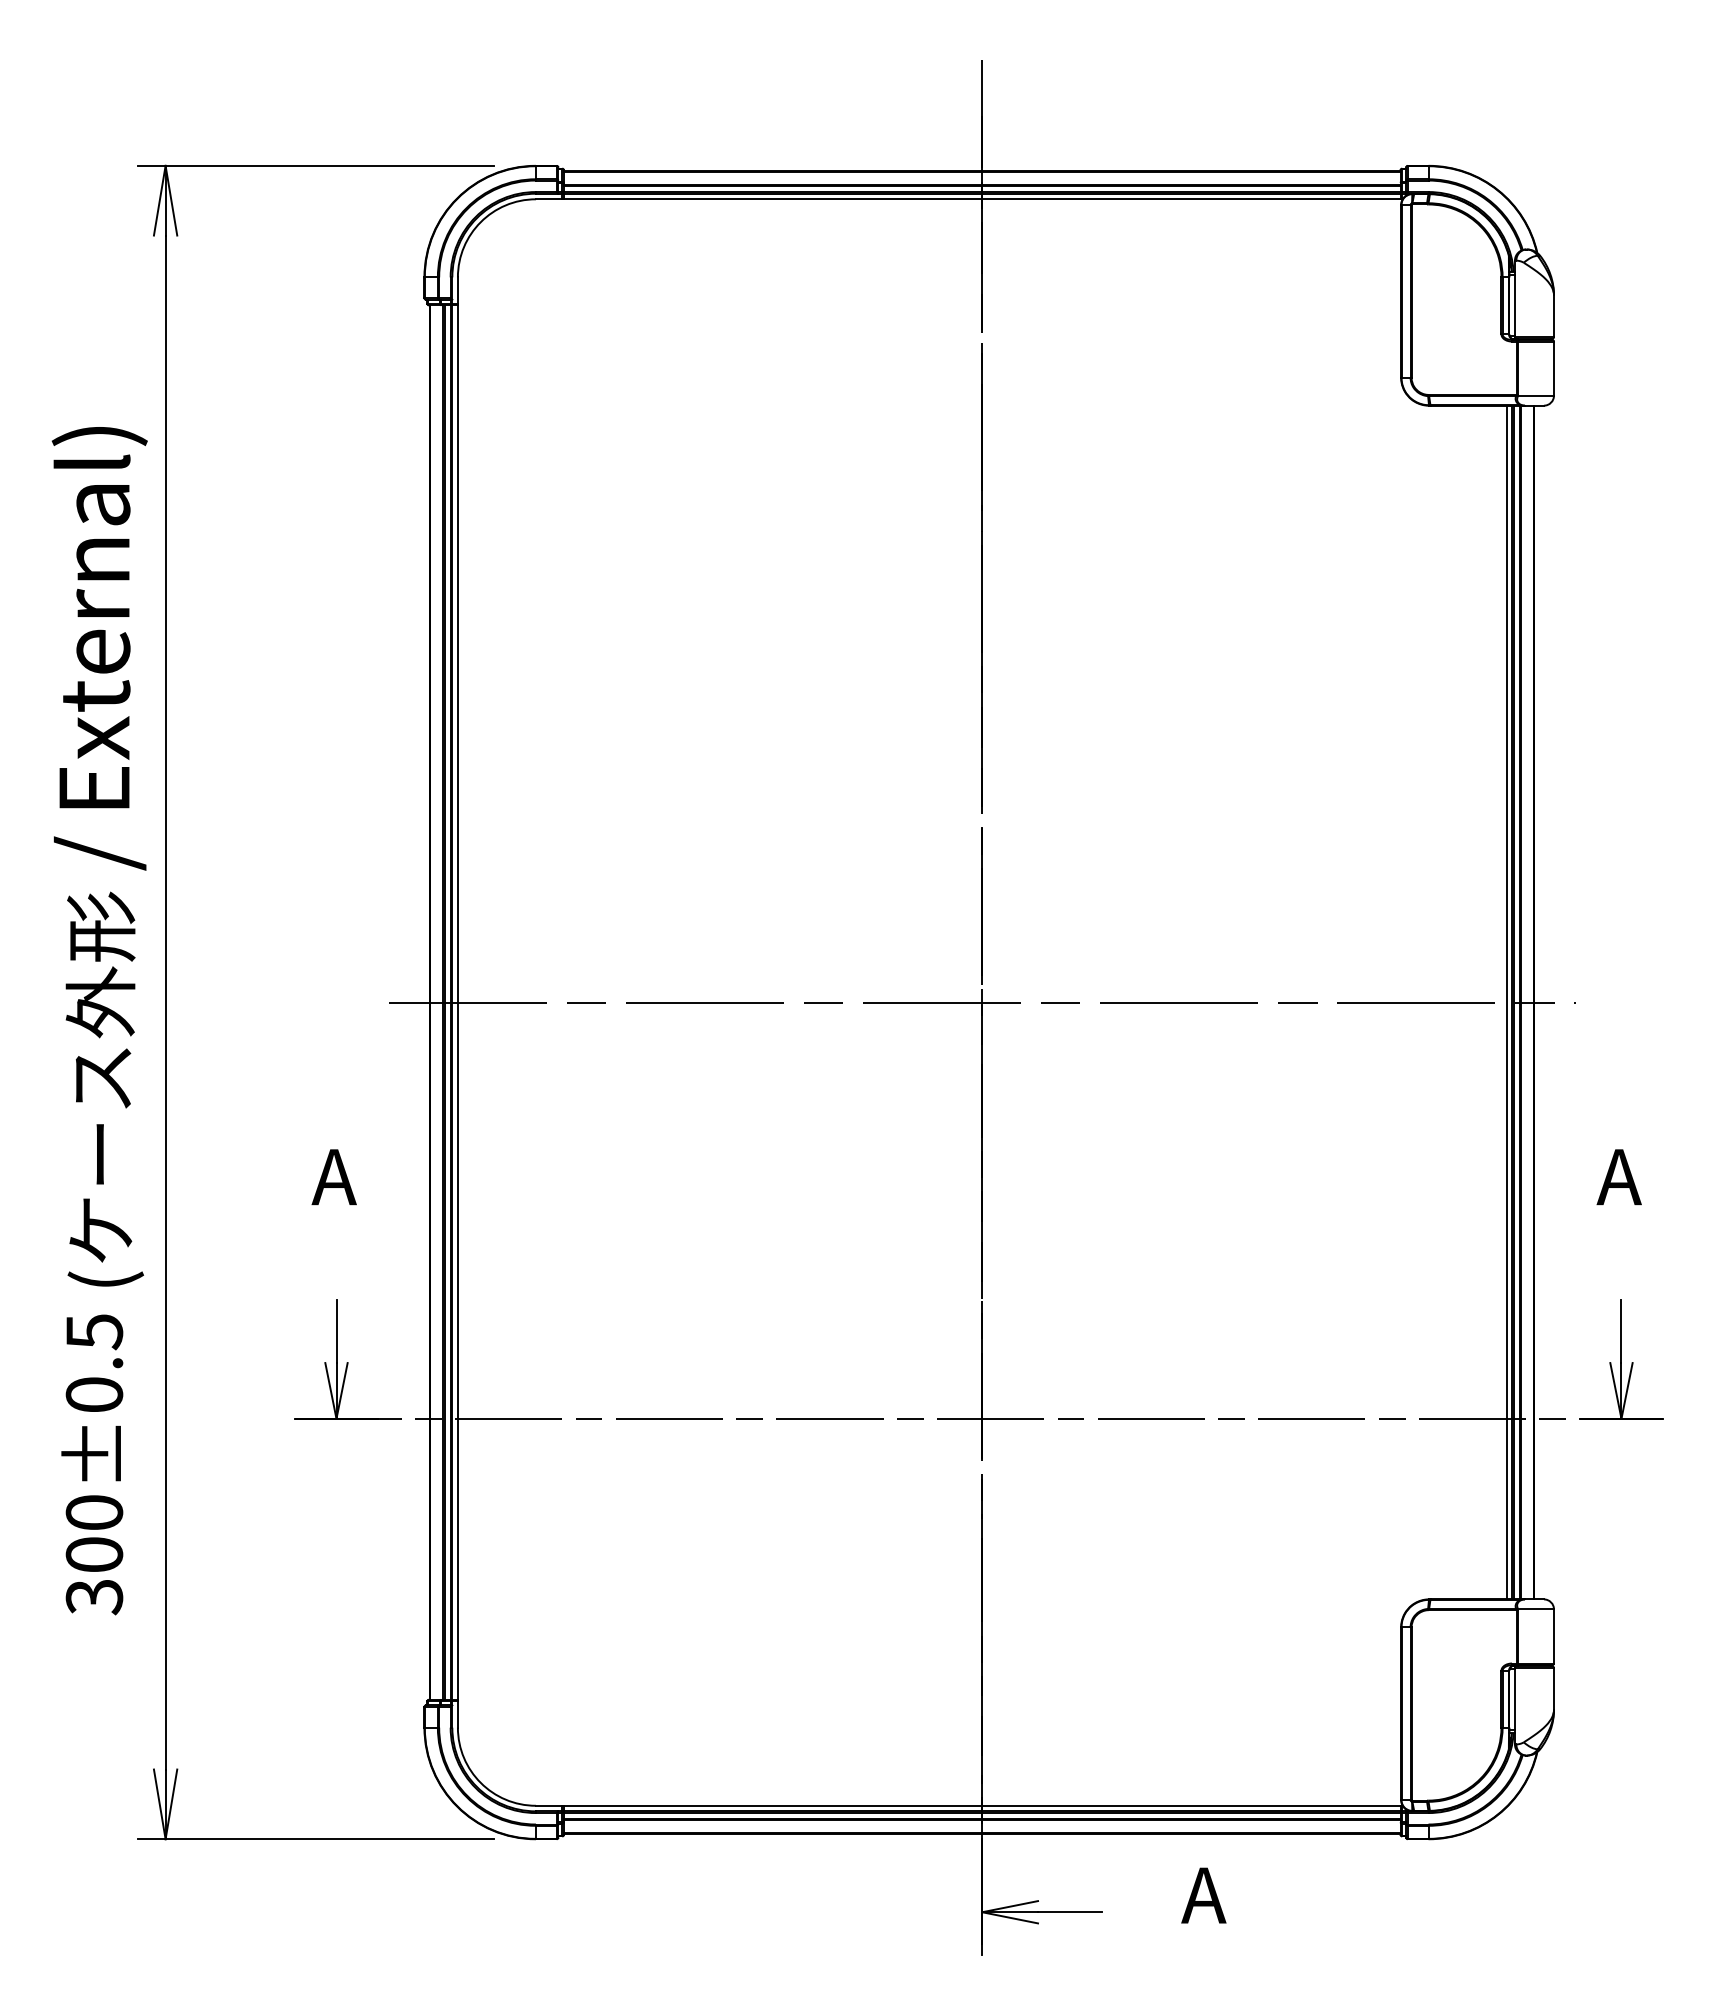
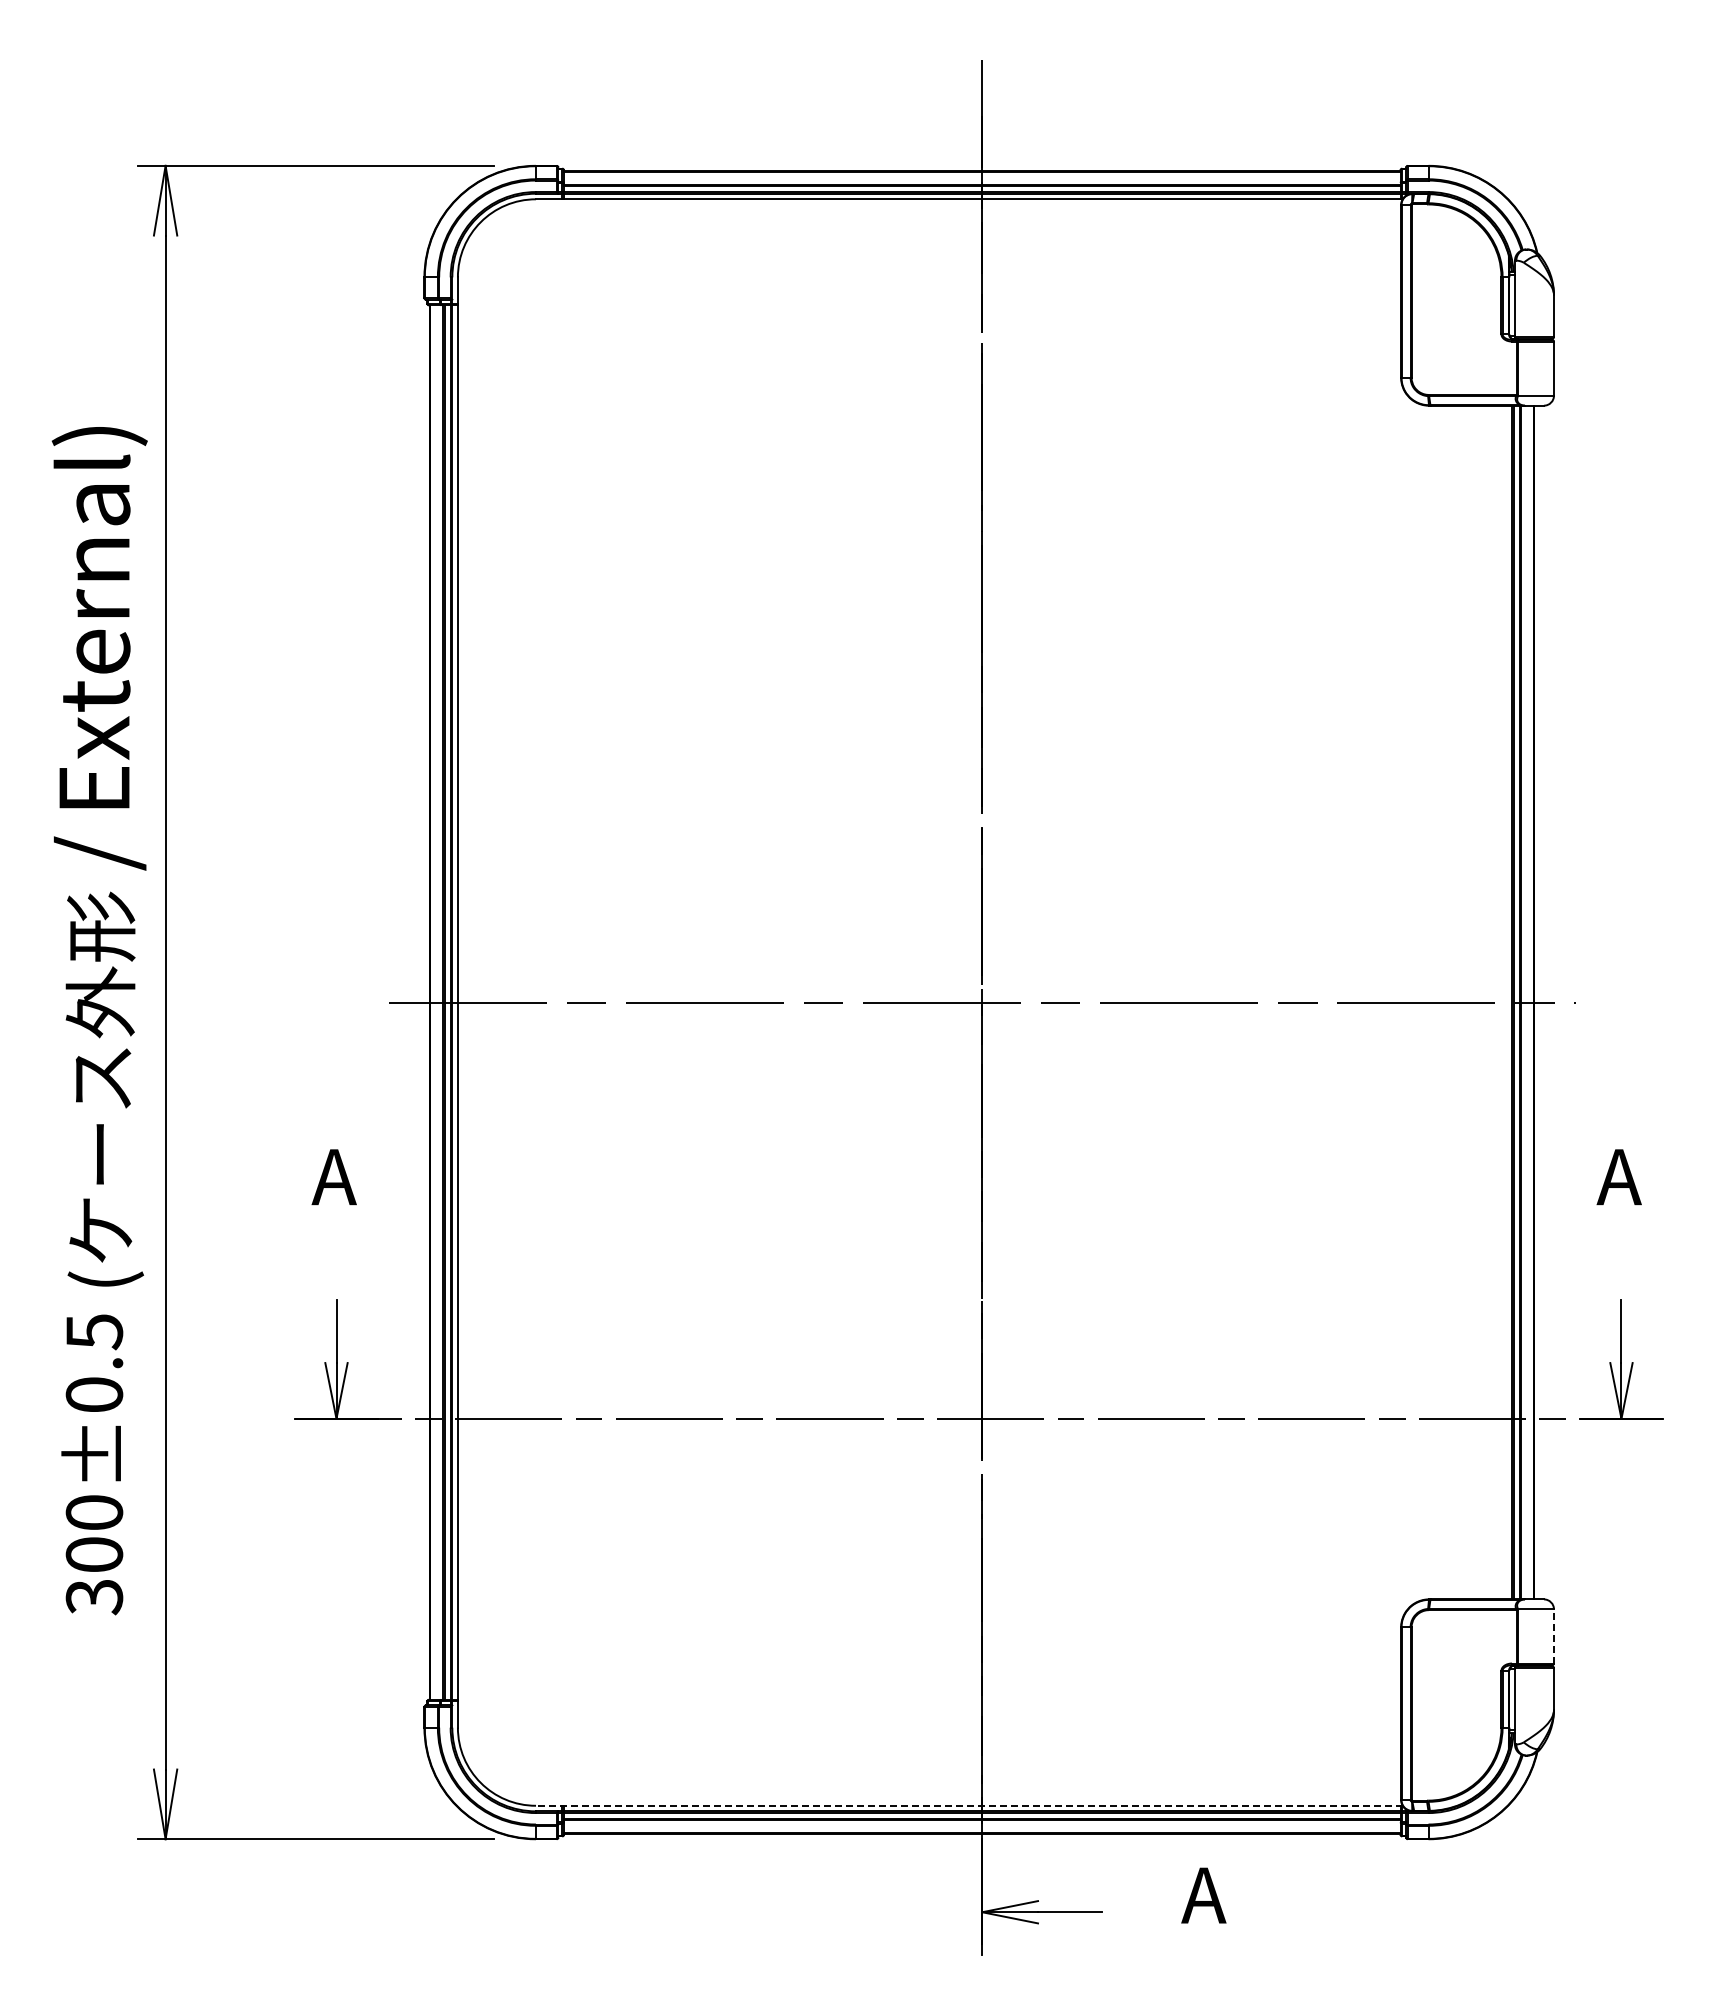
line at (1506, 1002): present -> none
line at (1554, 1636): solid -> dashed
line at (968, 1805): solid -> dashed
